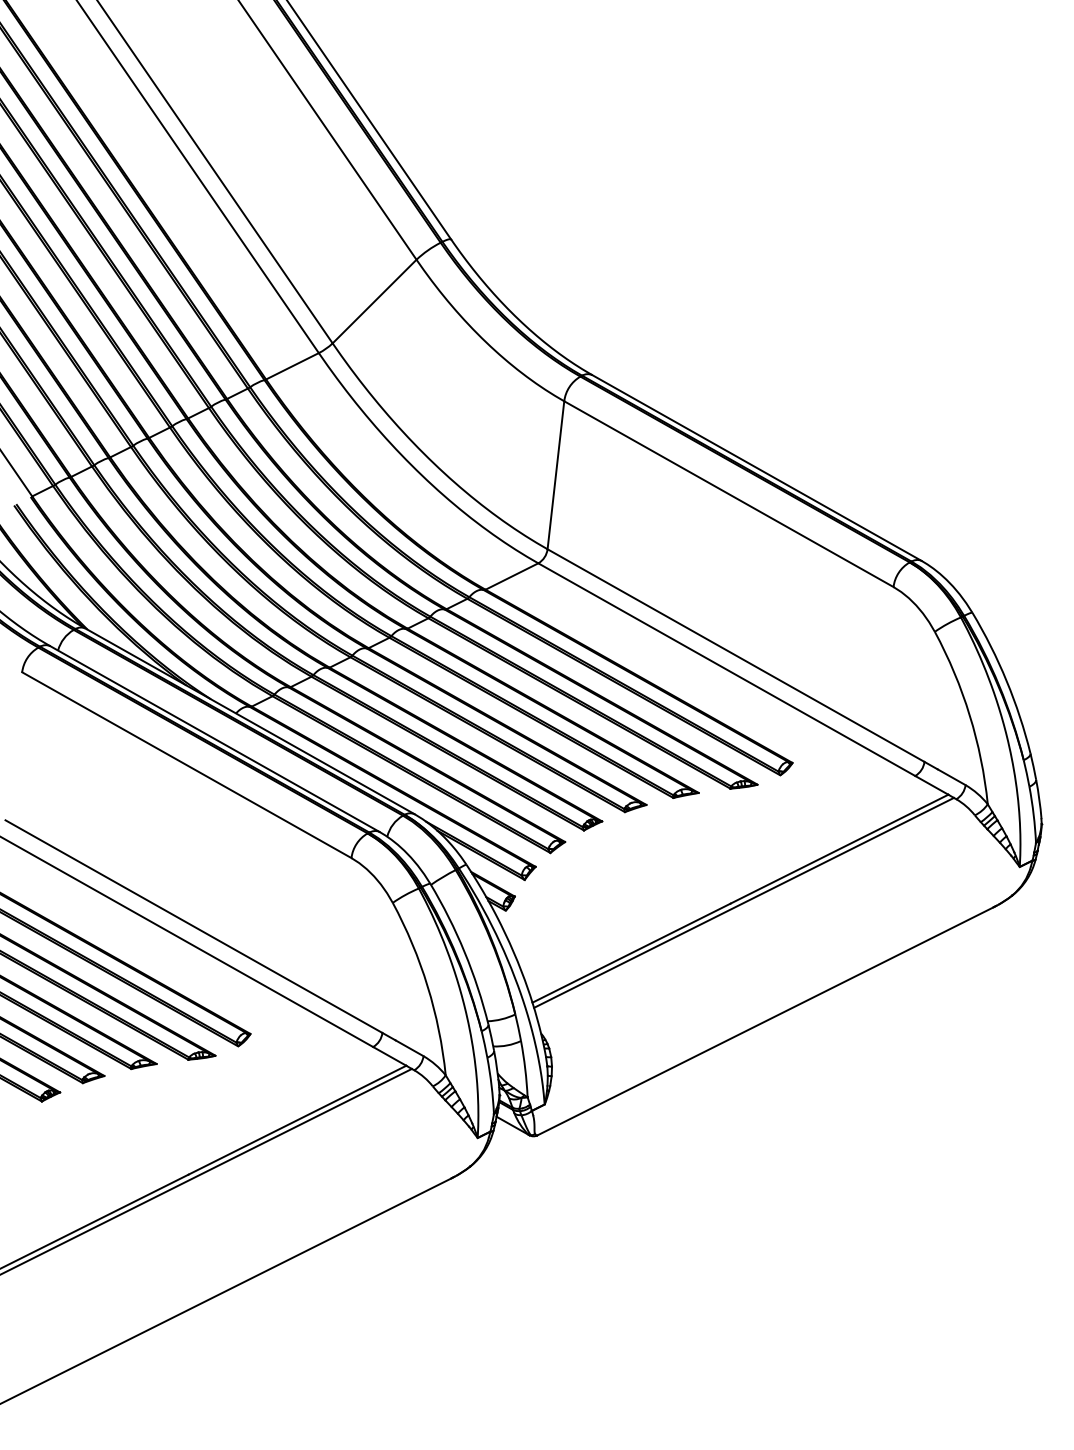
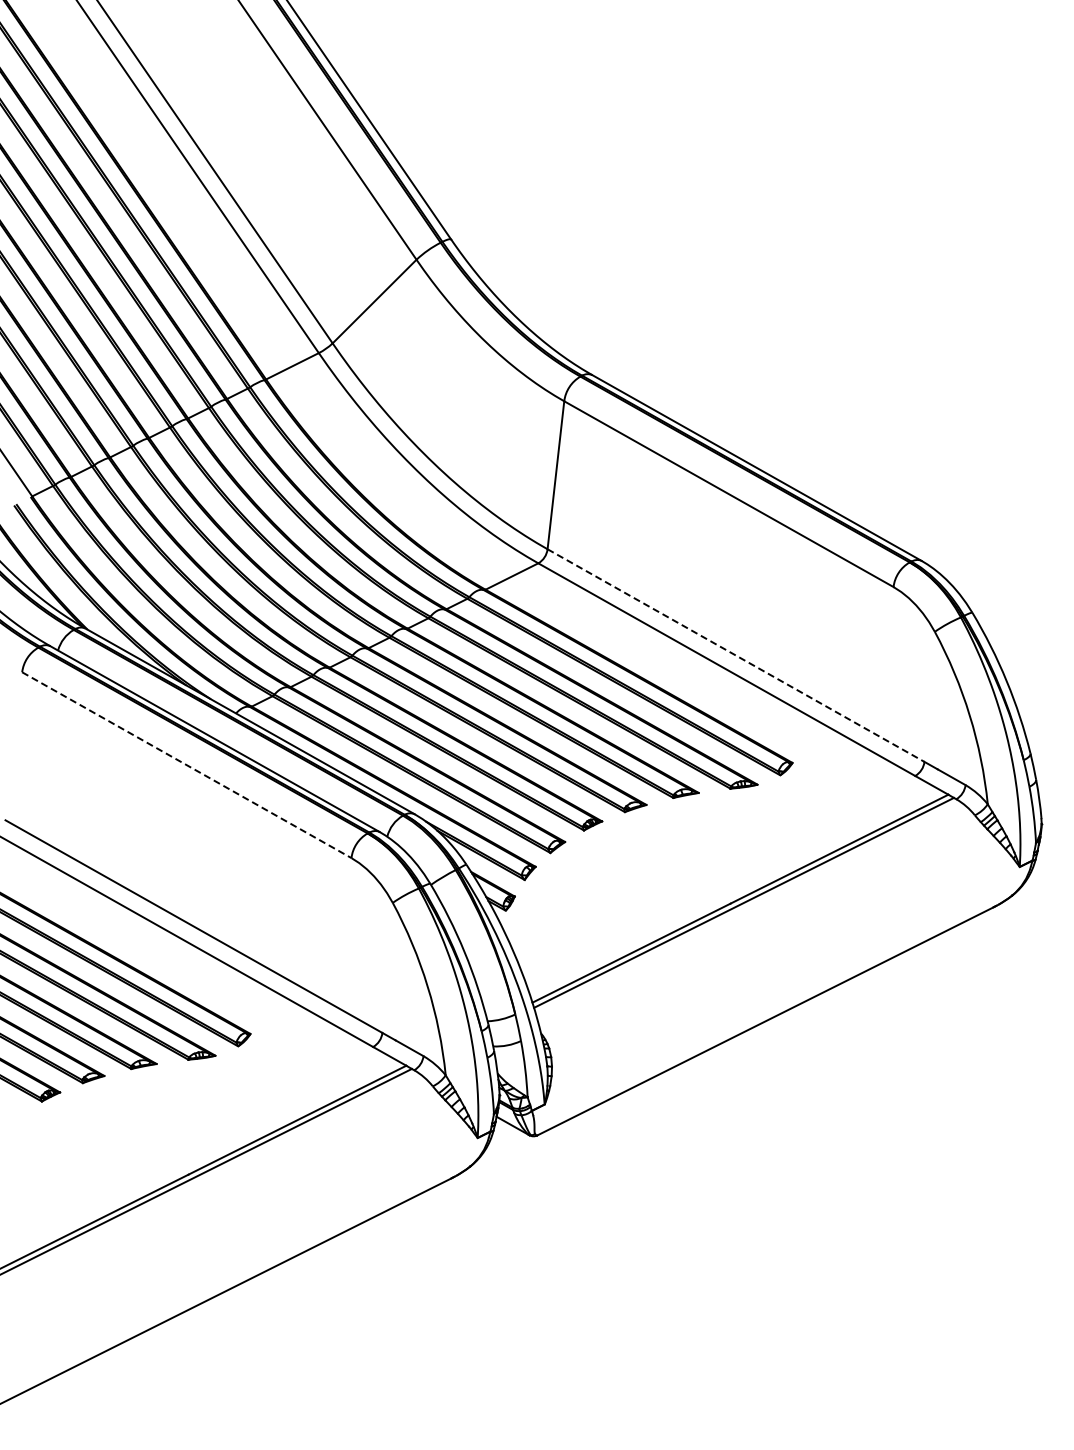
line at (736, 655): solid -> dashed
line at (187, 765): solid -> dashed
